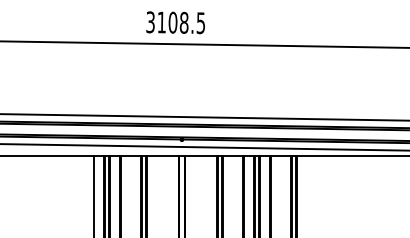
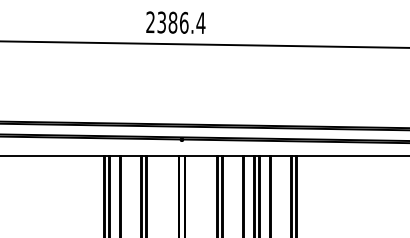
text at (175, 22): 3108.5 -> 2386.4
line at (204, 117): present -> none
line at (204, 147): present -> none
line at (94, 194): present -> none
